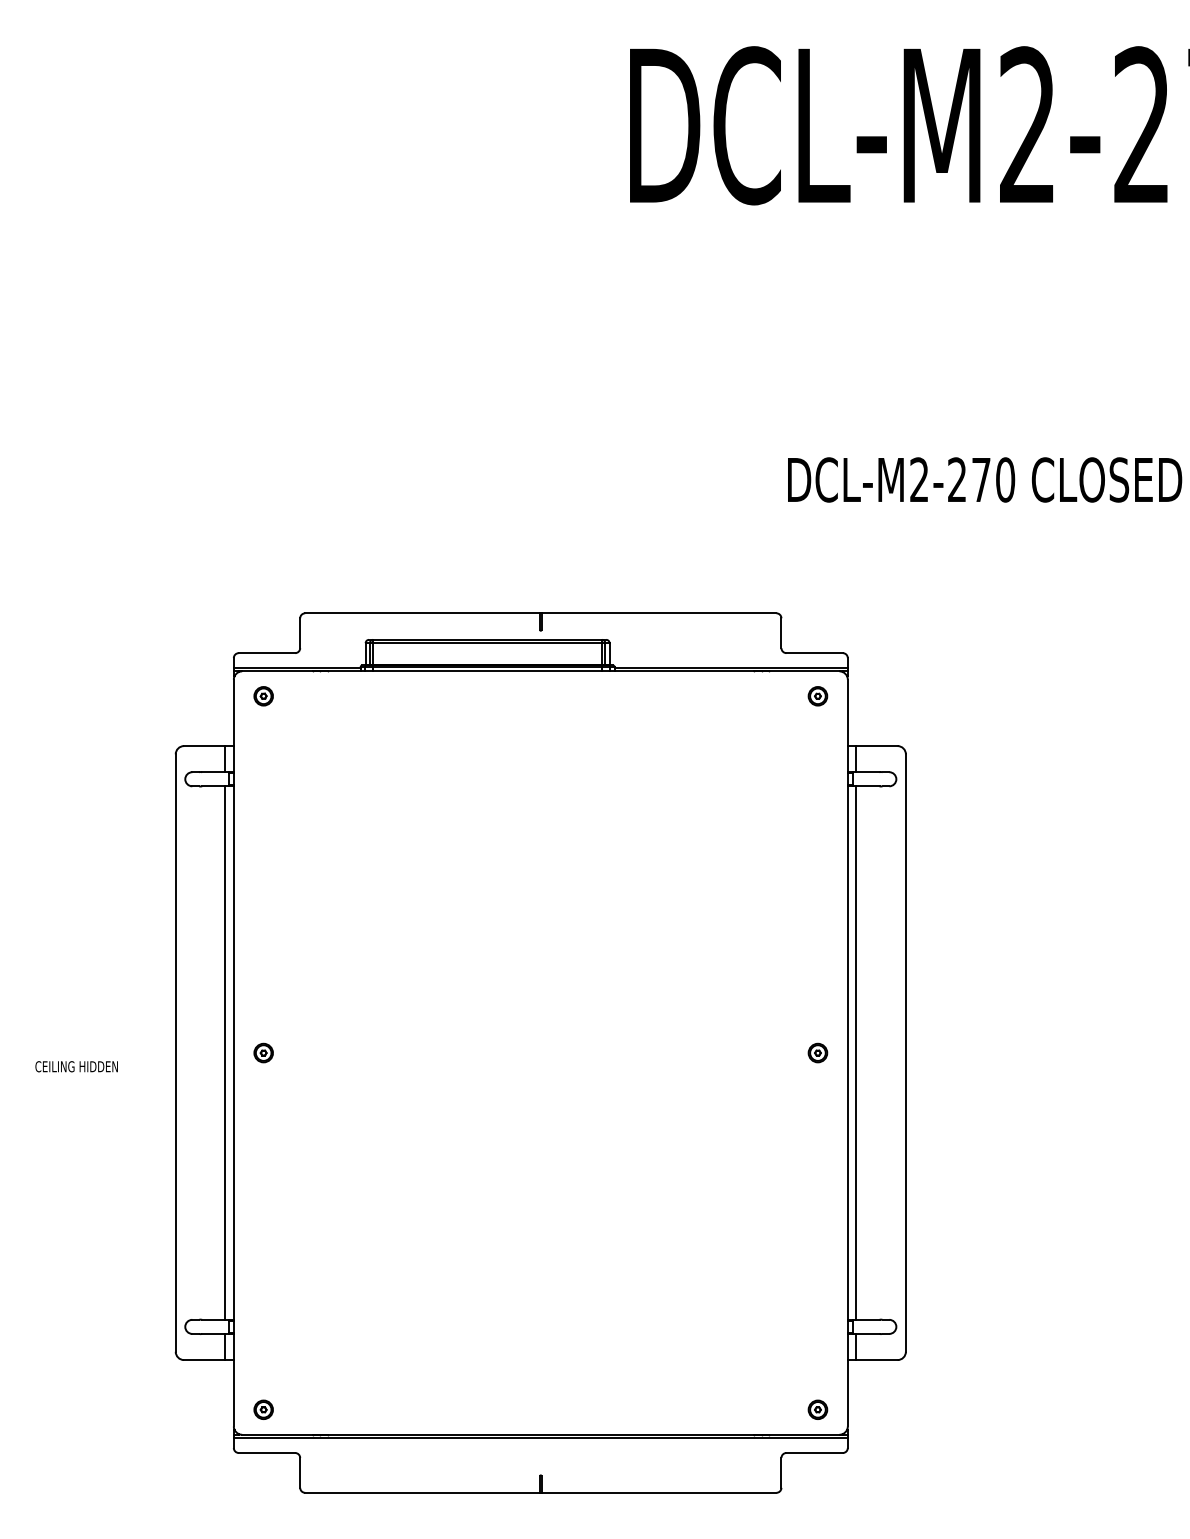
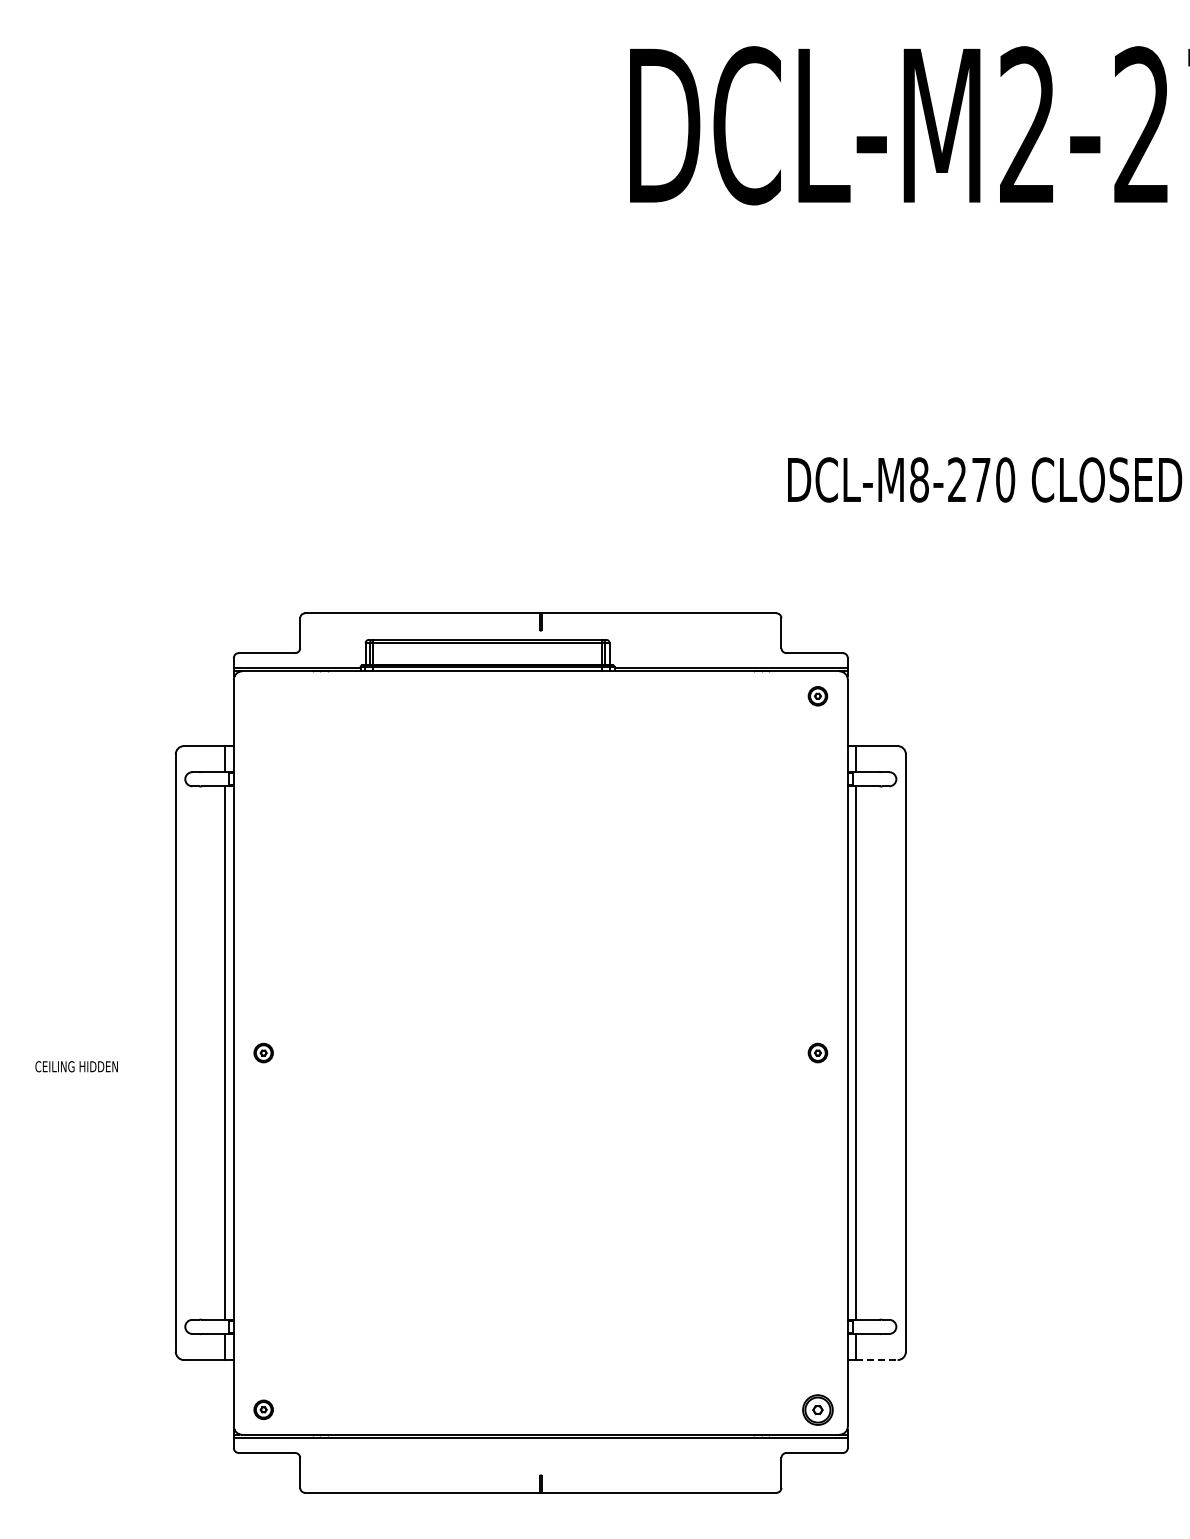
text at (919, 479): DCL-M2-270 -> DCL-M8-270
part at (263, 696): present -> none
line at (876, 1360): solid -> dashed
part at (817, 1409) size: 22x21 px -> 32x32 px
